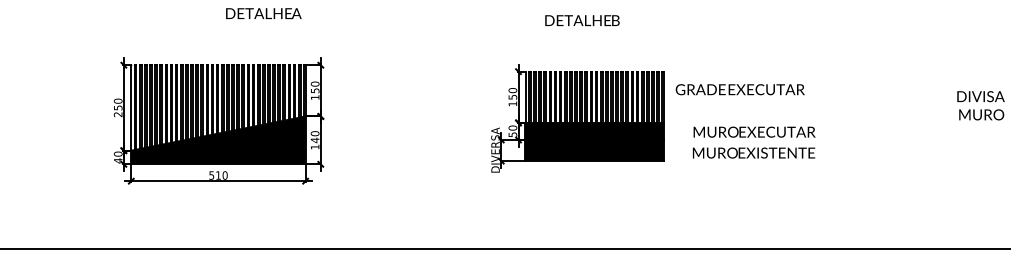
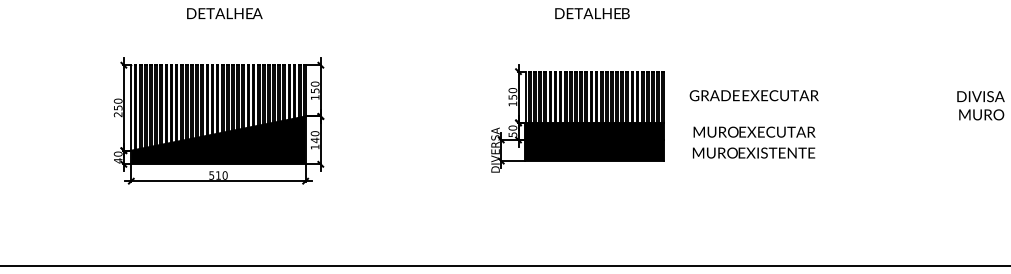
text at (263, 13) position: (263, 13) -> (224, 13)
text at (582, 20) position: (582, 20) -> (592, 13)
text at (739, 89) position: (739, 89) -> (753, 95)
line at (504, 248) position: (504, 248) -> (504, 265)
